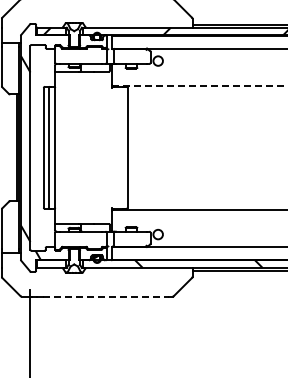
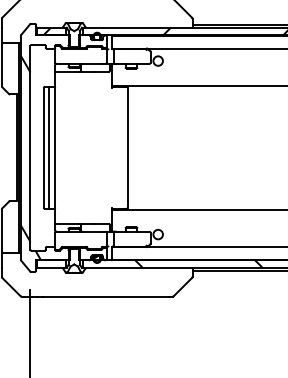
line at (200, 85): dashed -> solid
line at (106, 296): dashed -> solid
